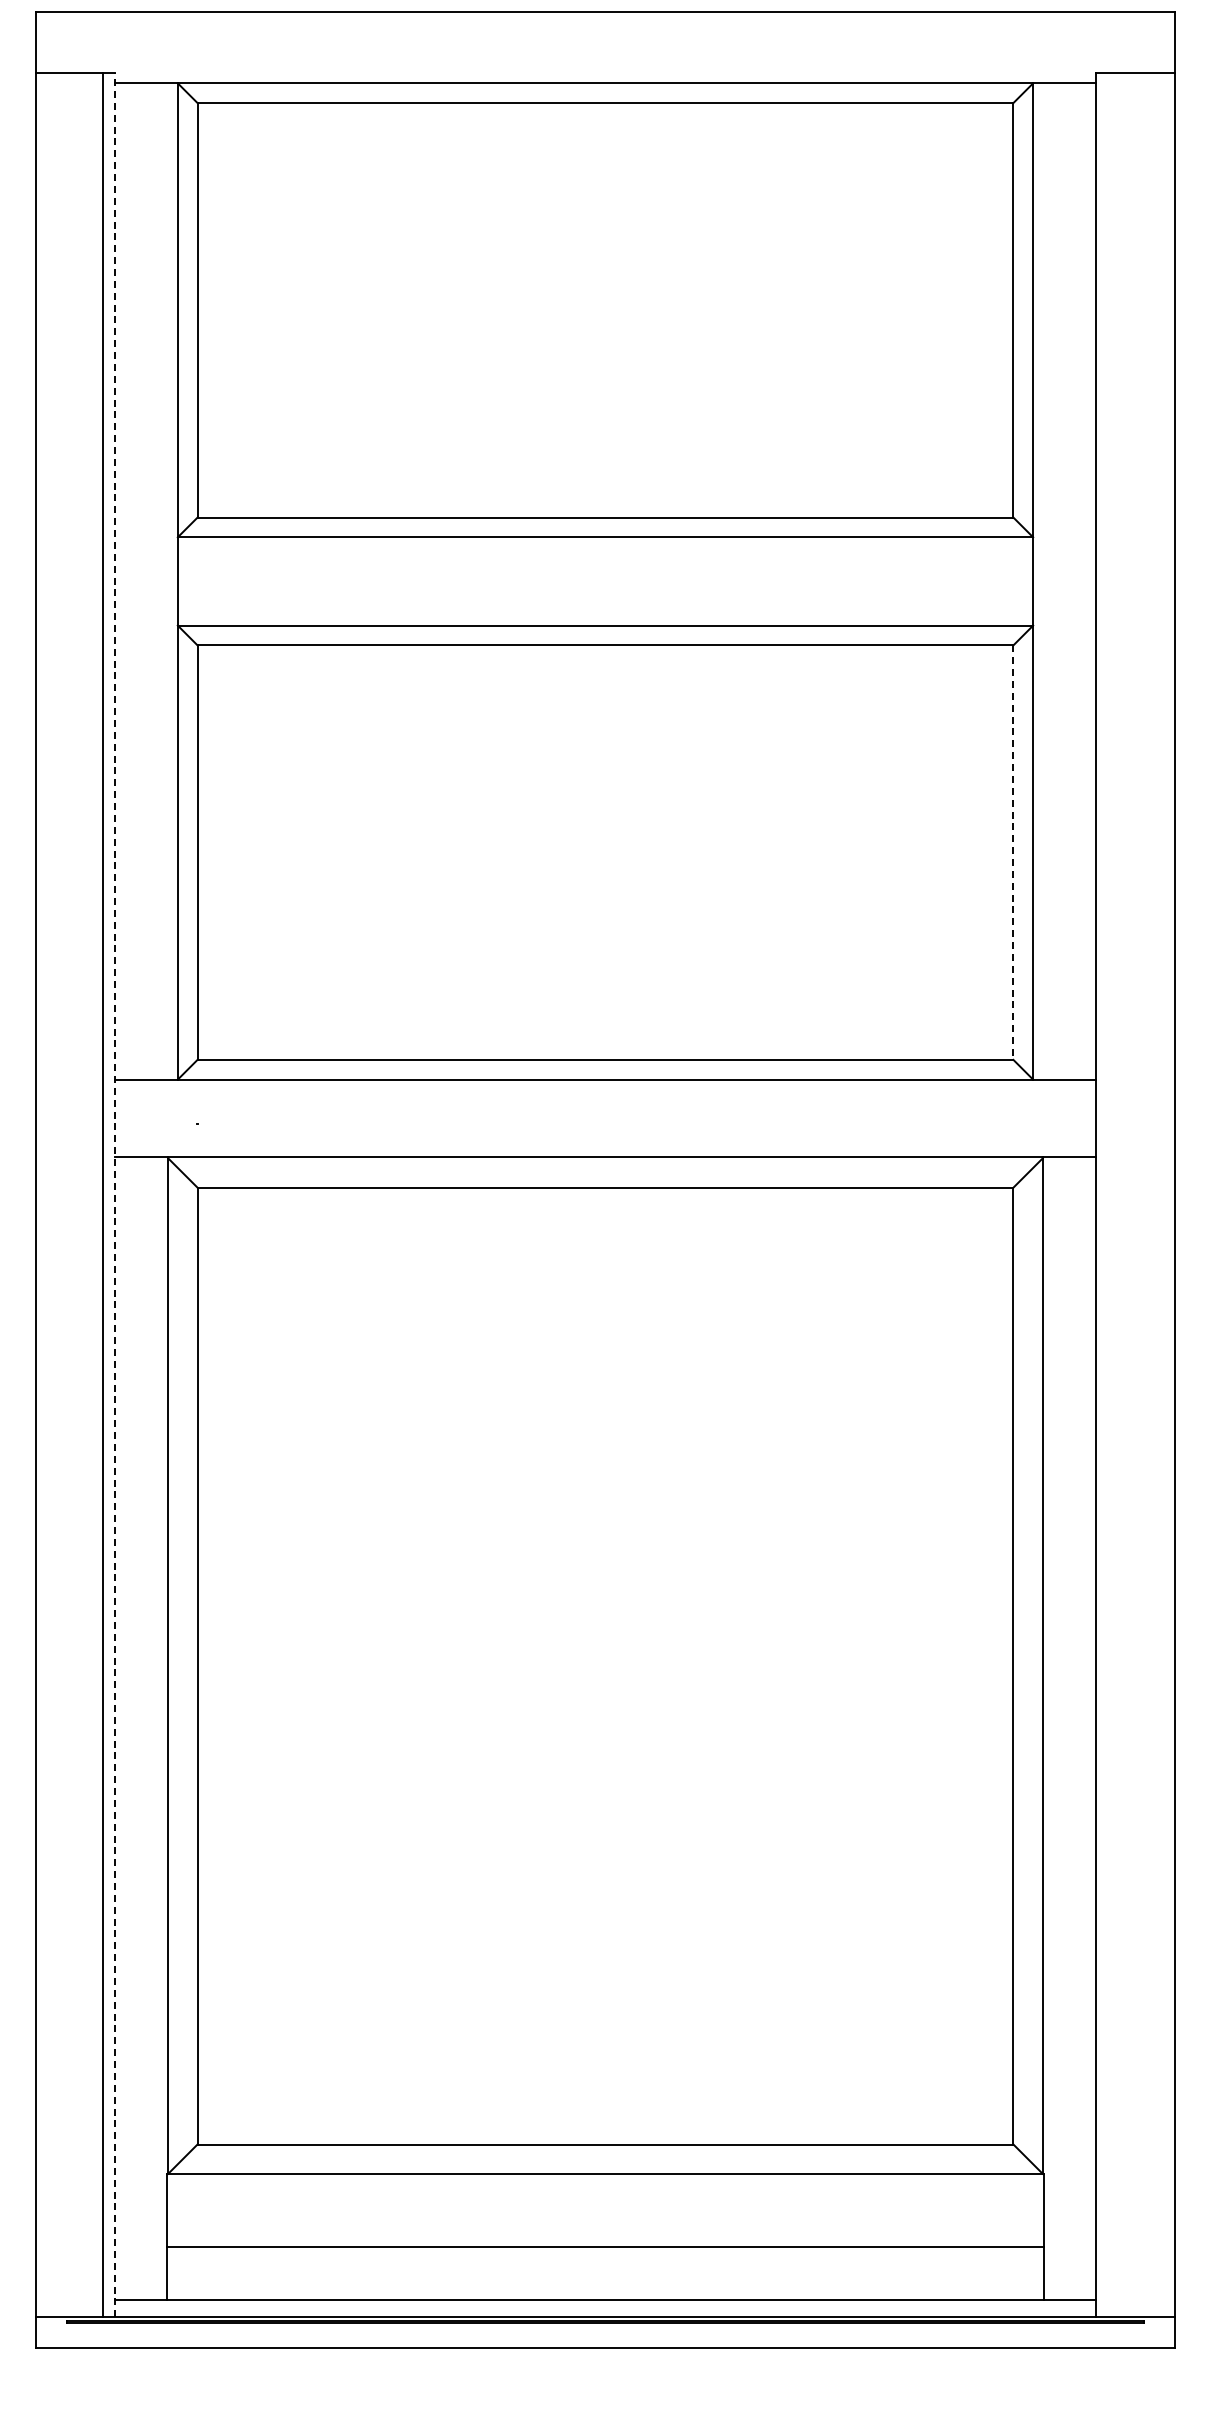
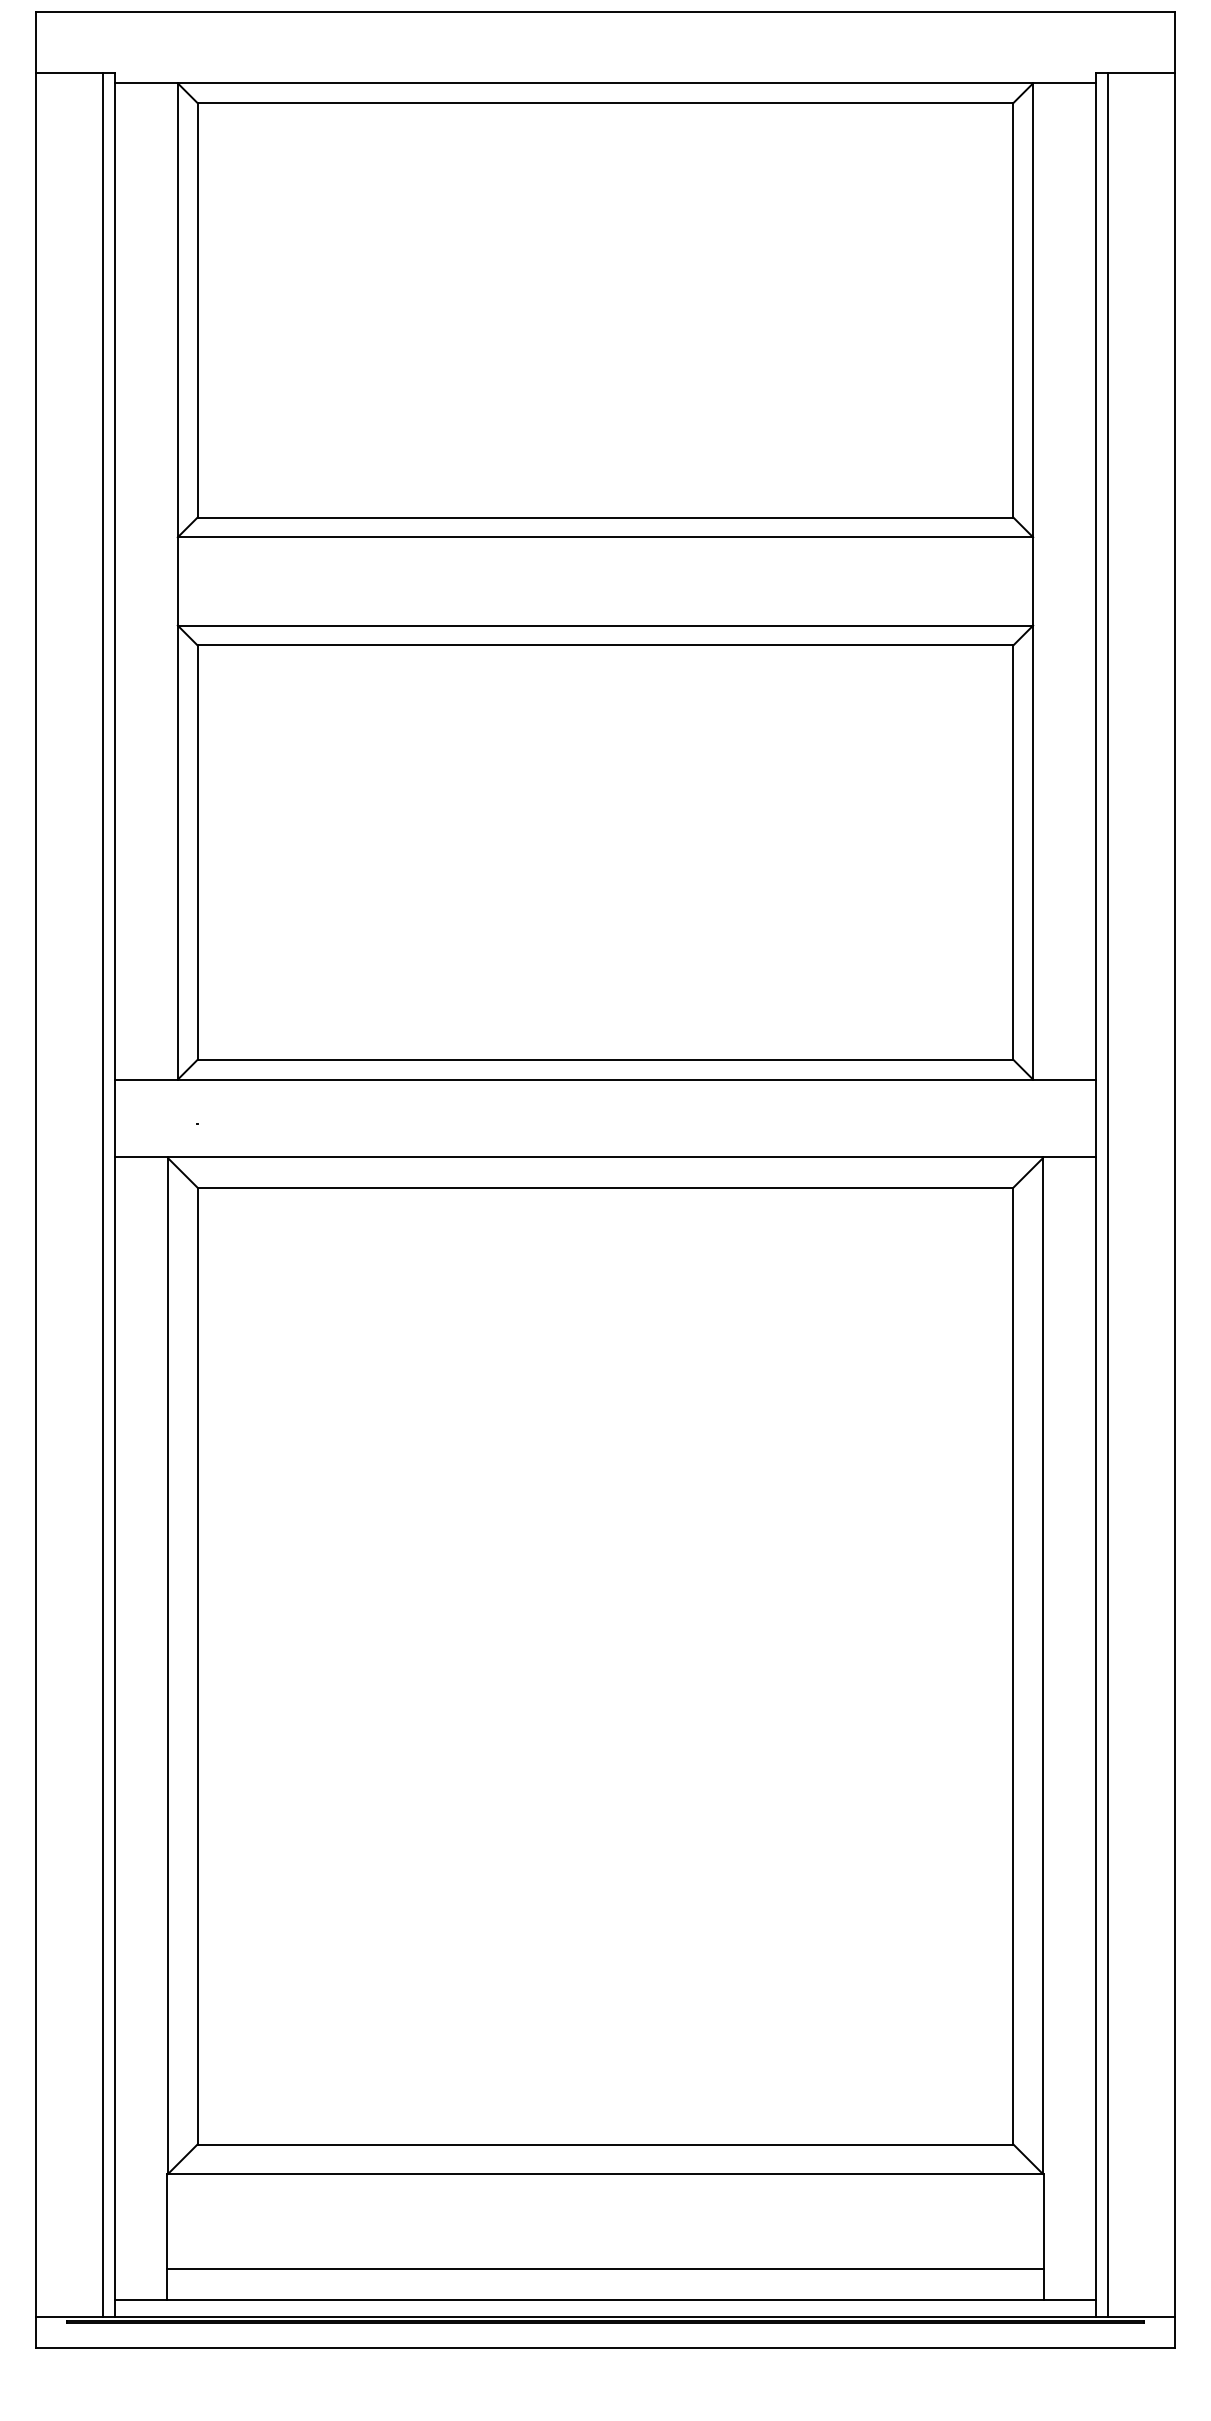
line at (1013, 853): dashed -> solid
line at (115, 1194): dashed -> solid
line at (1107, 1194): none -> present
line at (605, 2247) position: (605, 2247) -> (605, 2269)
